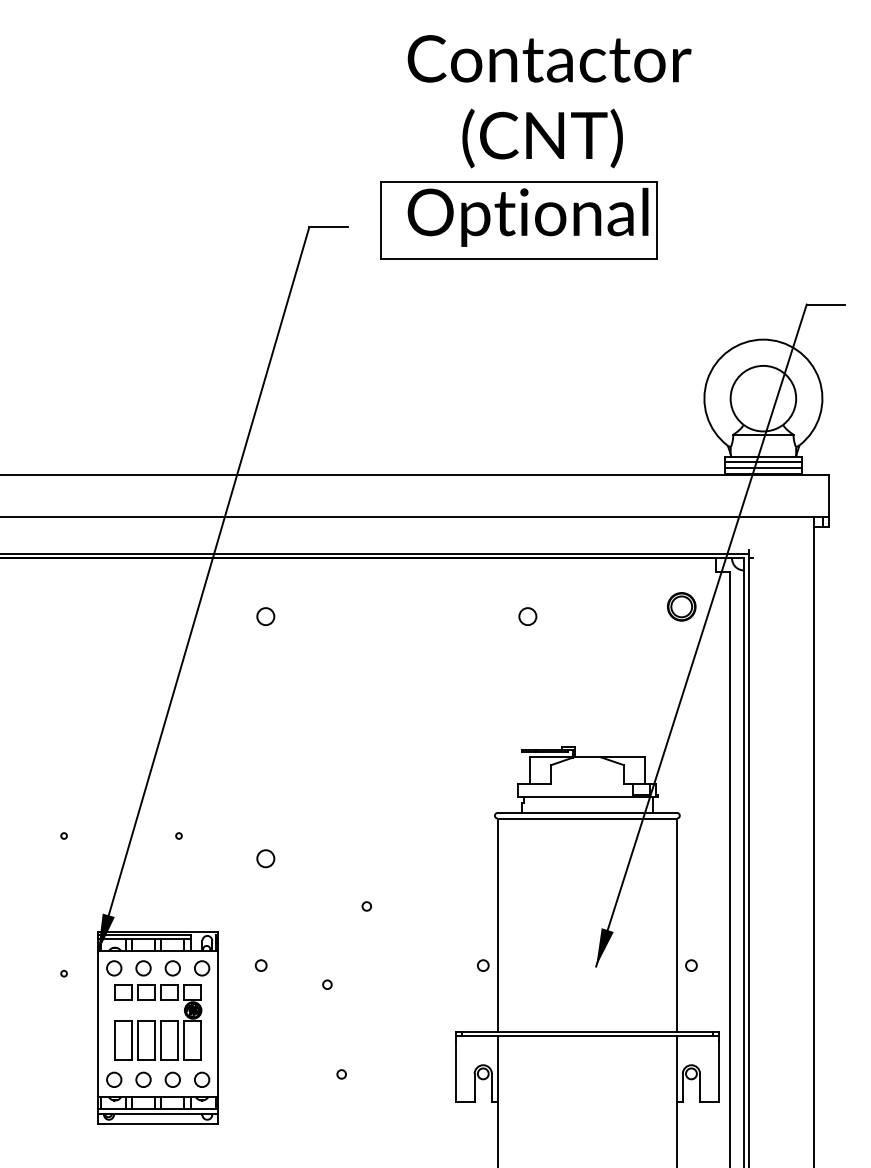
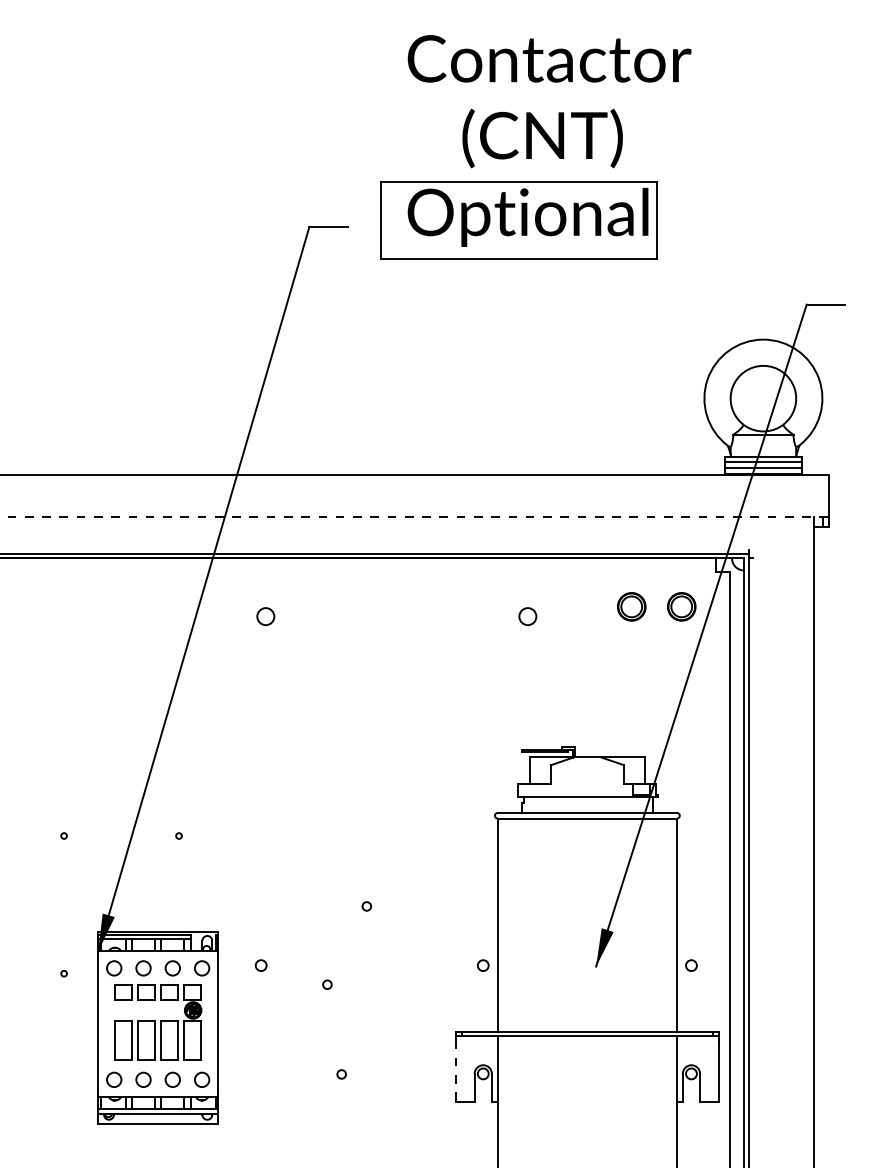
line at (415, 516): solid -> dashed
part at (631, 606): none -> present
circle at (265, 858): present -> none
line at (455, 1071): solid -> dashed
